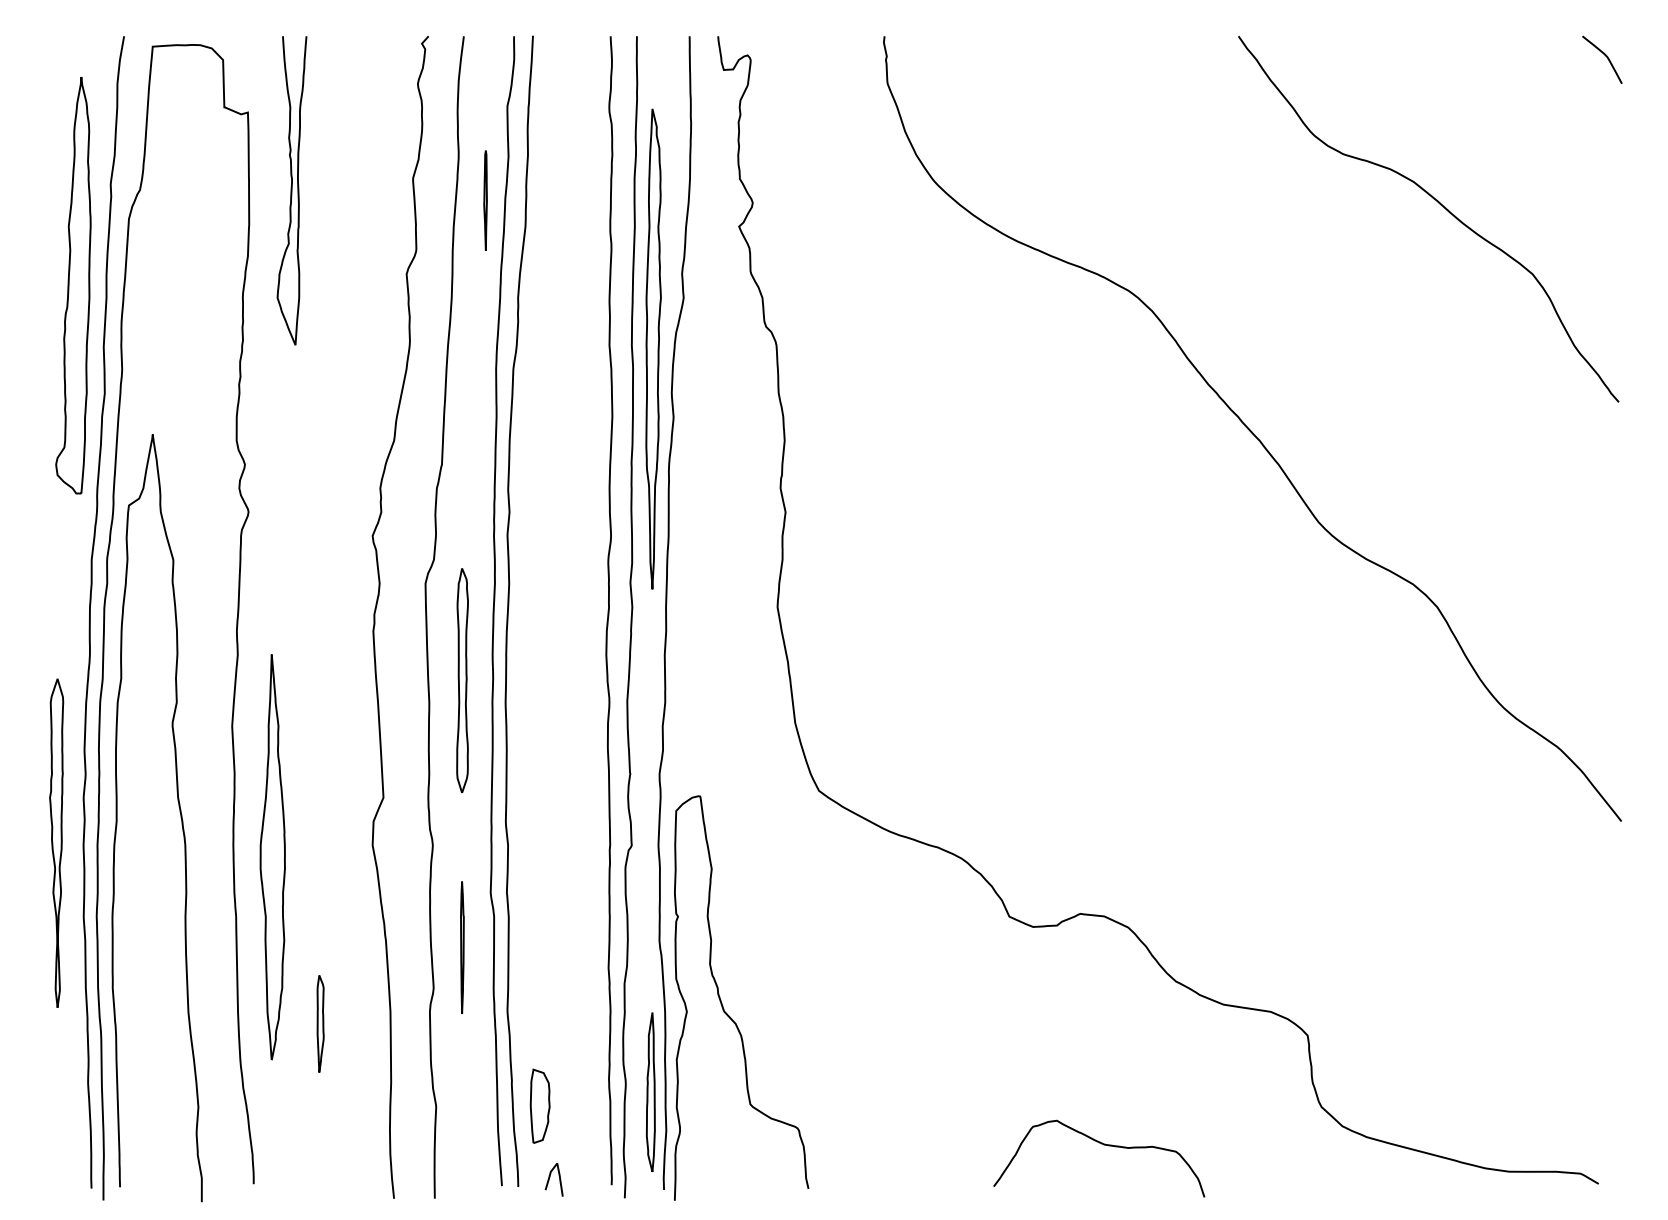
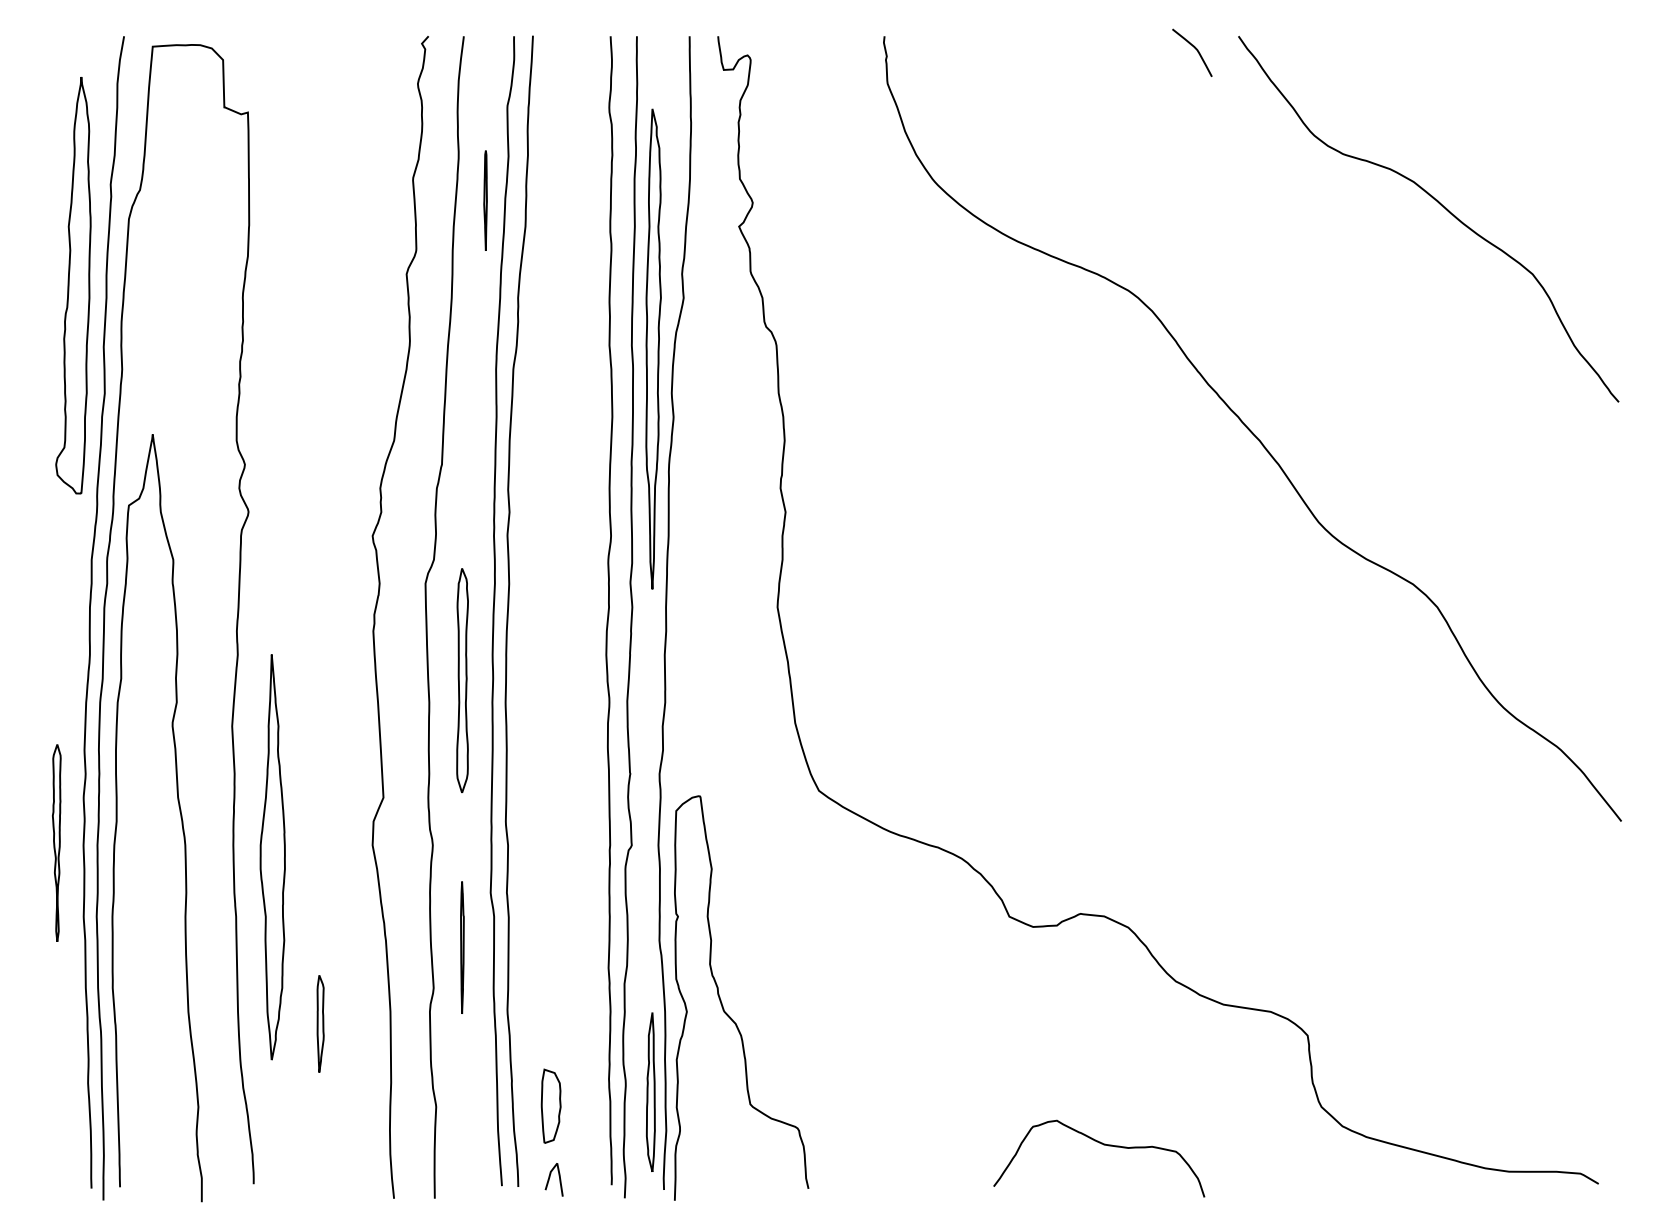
curve at (1605, 56) position: (1605, 56) -> (1195, 49)
curve at (291, 190): present -> none
part at (56, 842) size: 16x330 px -> 10x198 px
part at (539, 1105) position: (539, 1105) -> (550, 1105)
